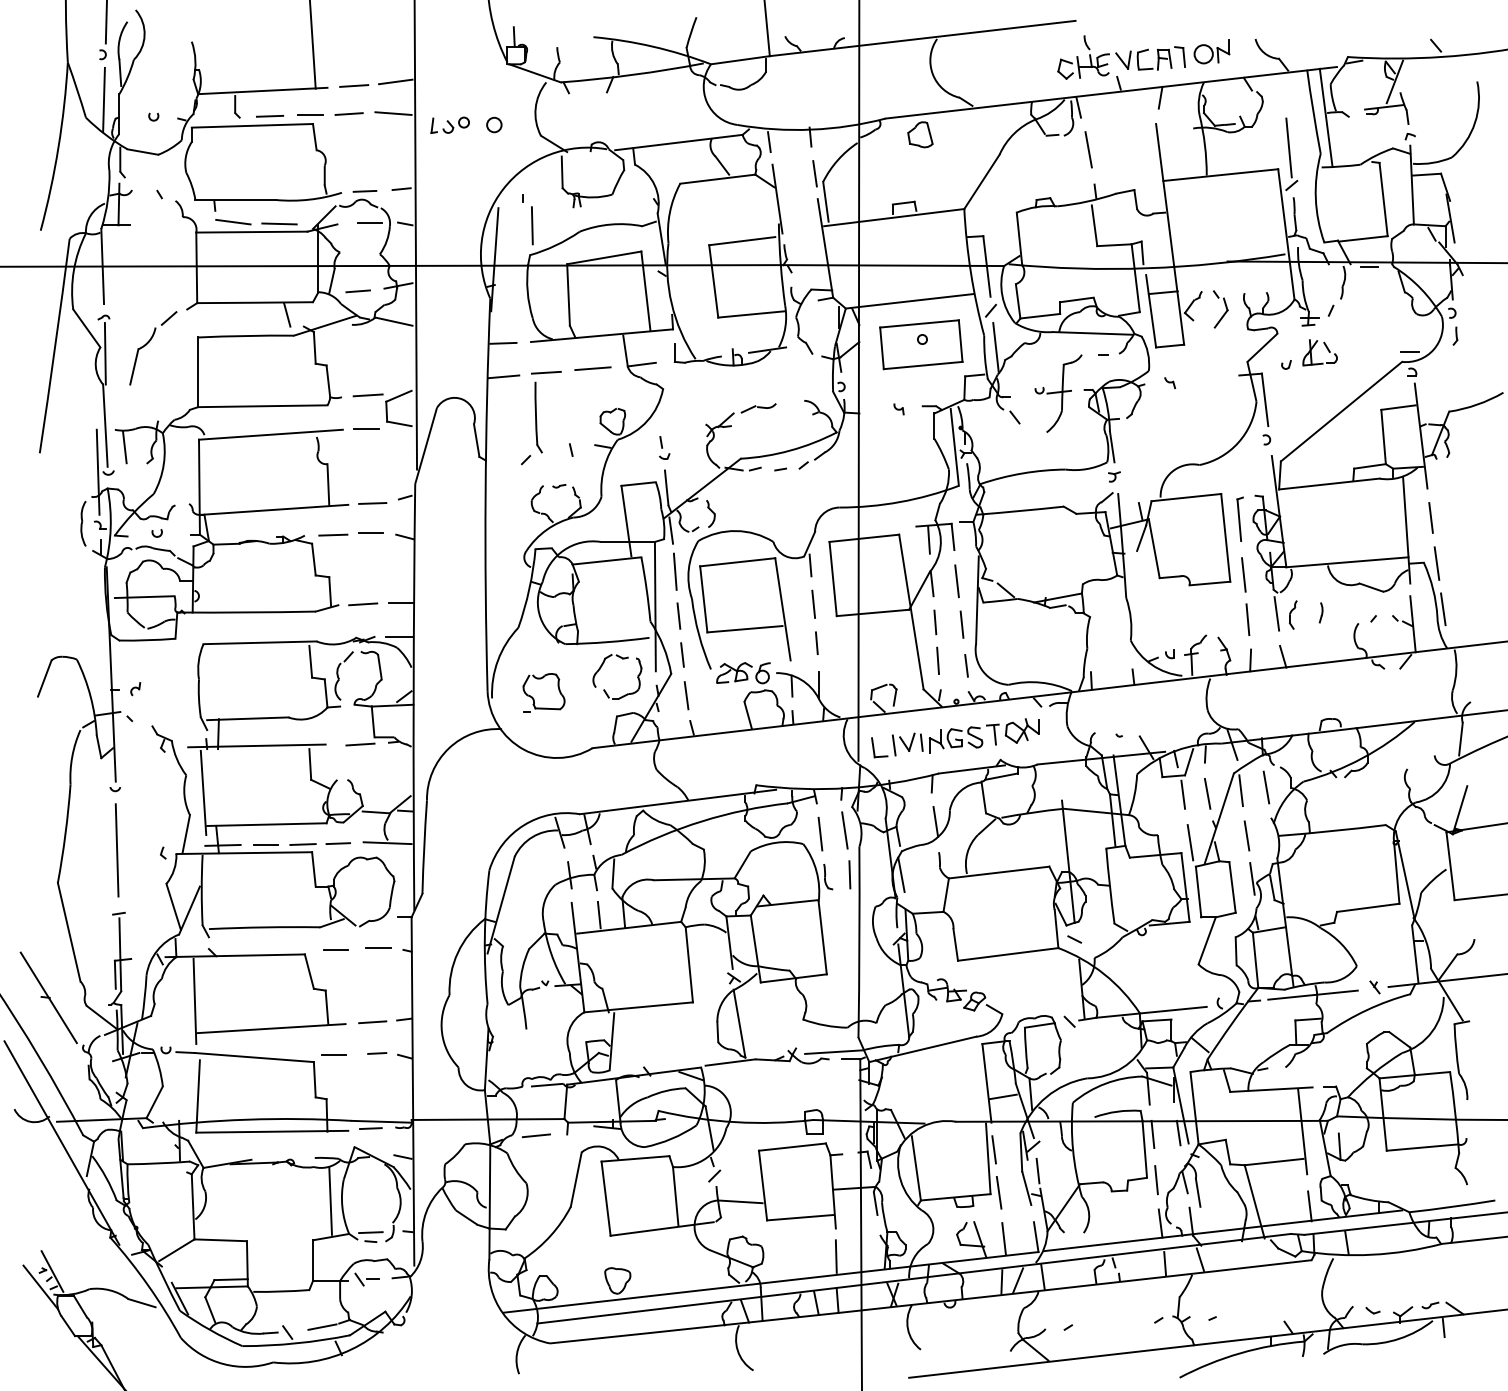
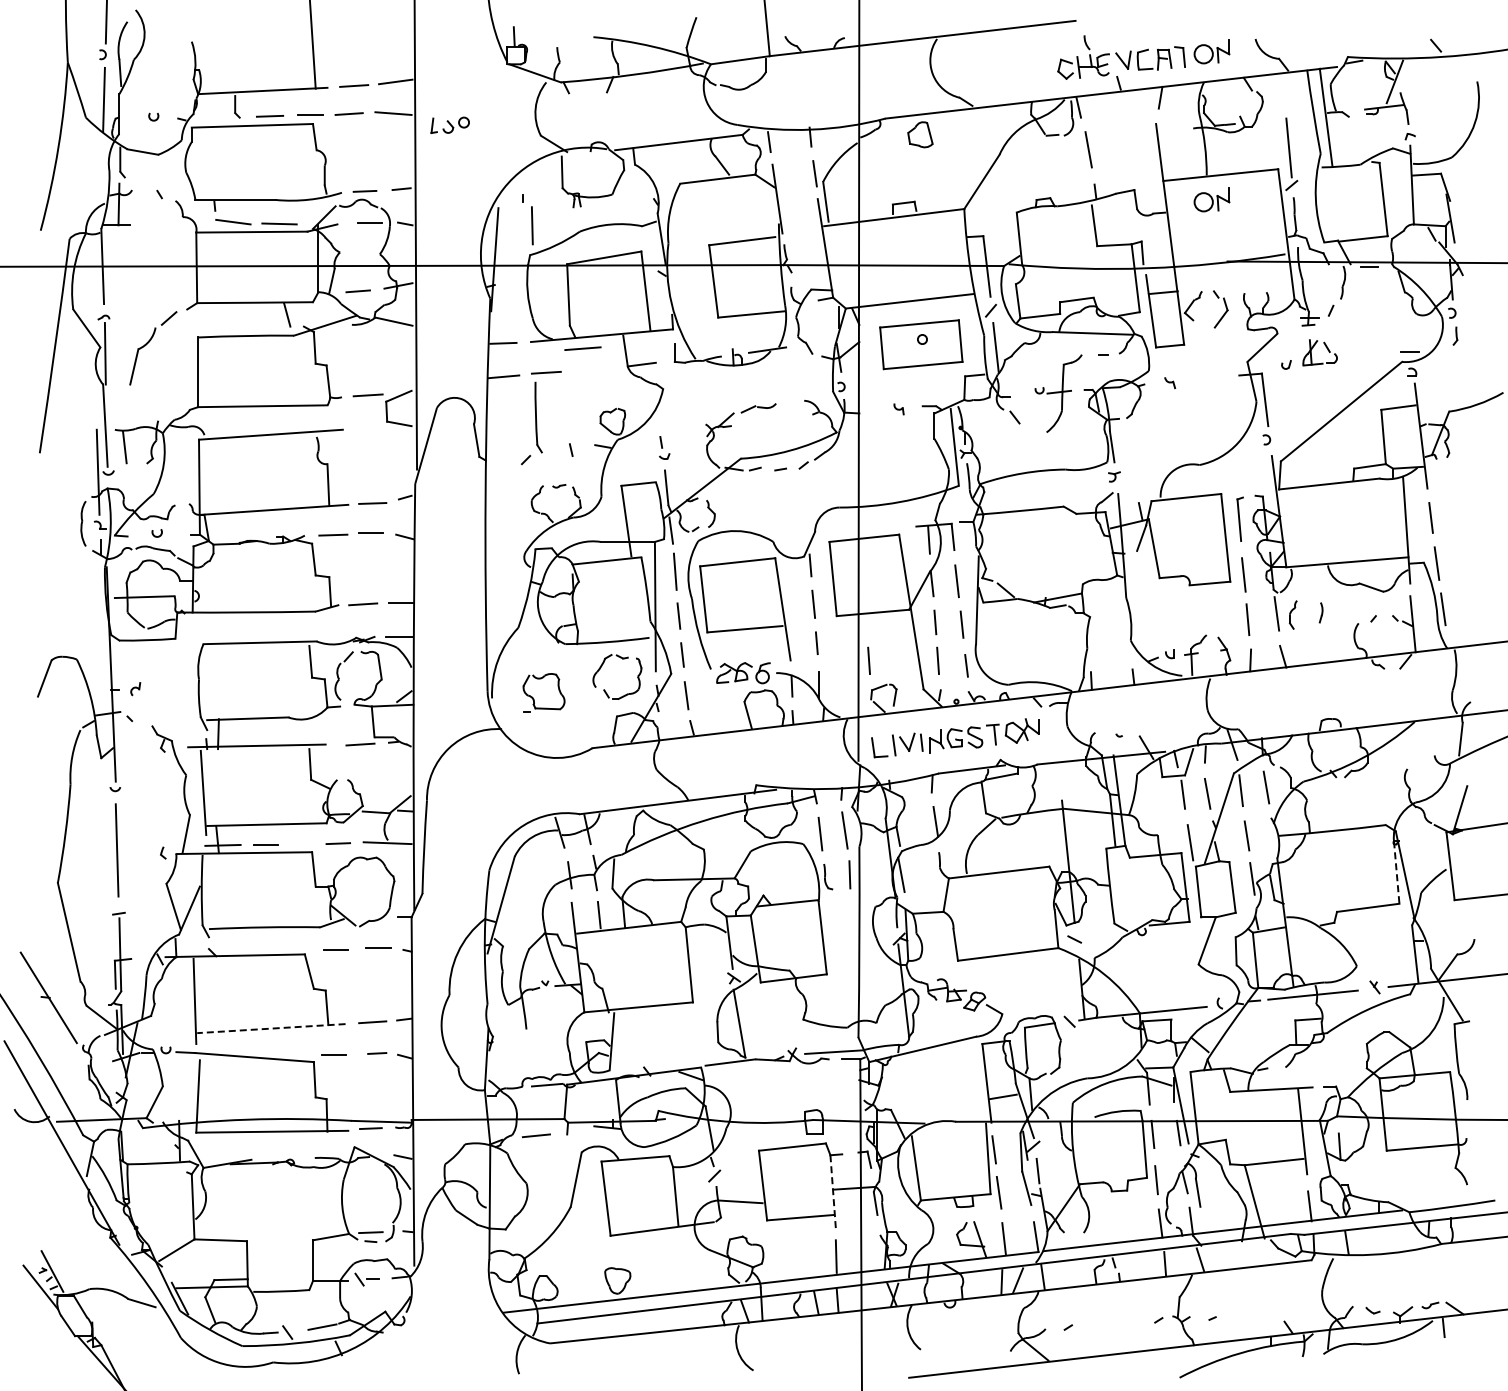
circle at (494, 124): present -> none
part at (1211, 199): none -> present
line at (592, 368) position: (592, 368) -> (582, 348)
line at (366, 428): present -> none
line at (868, 660): none -> present
line at (302, 844): present -> none
line at (1396, 873): solid -> dashed
line at (270, 1028): solid -> dashed
line at (833, 1191): solid -> dashed
line at (330, 1200): present -> none
